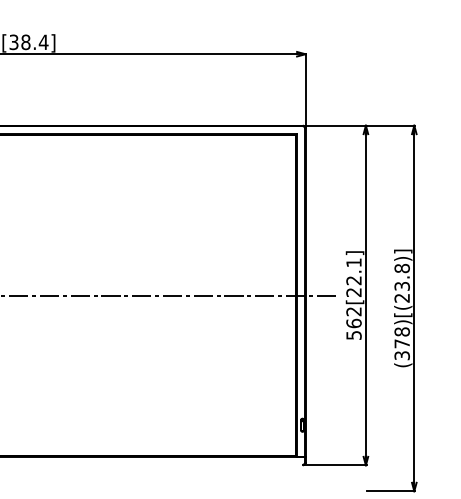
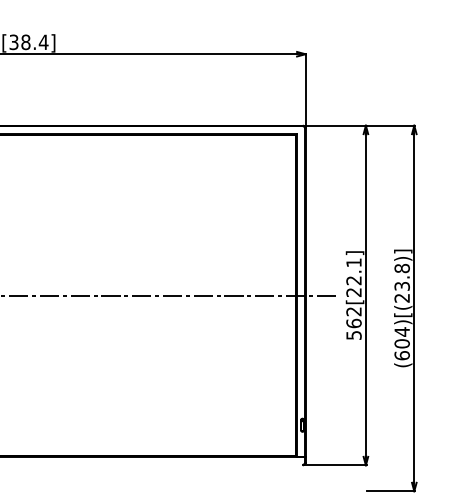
text at (401, 343): (378)[(23.8)] -> (604)[(23.8)]
